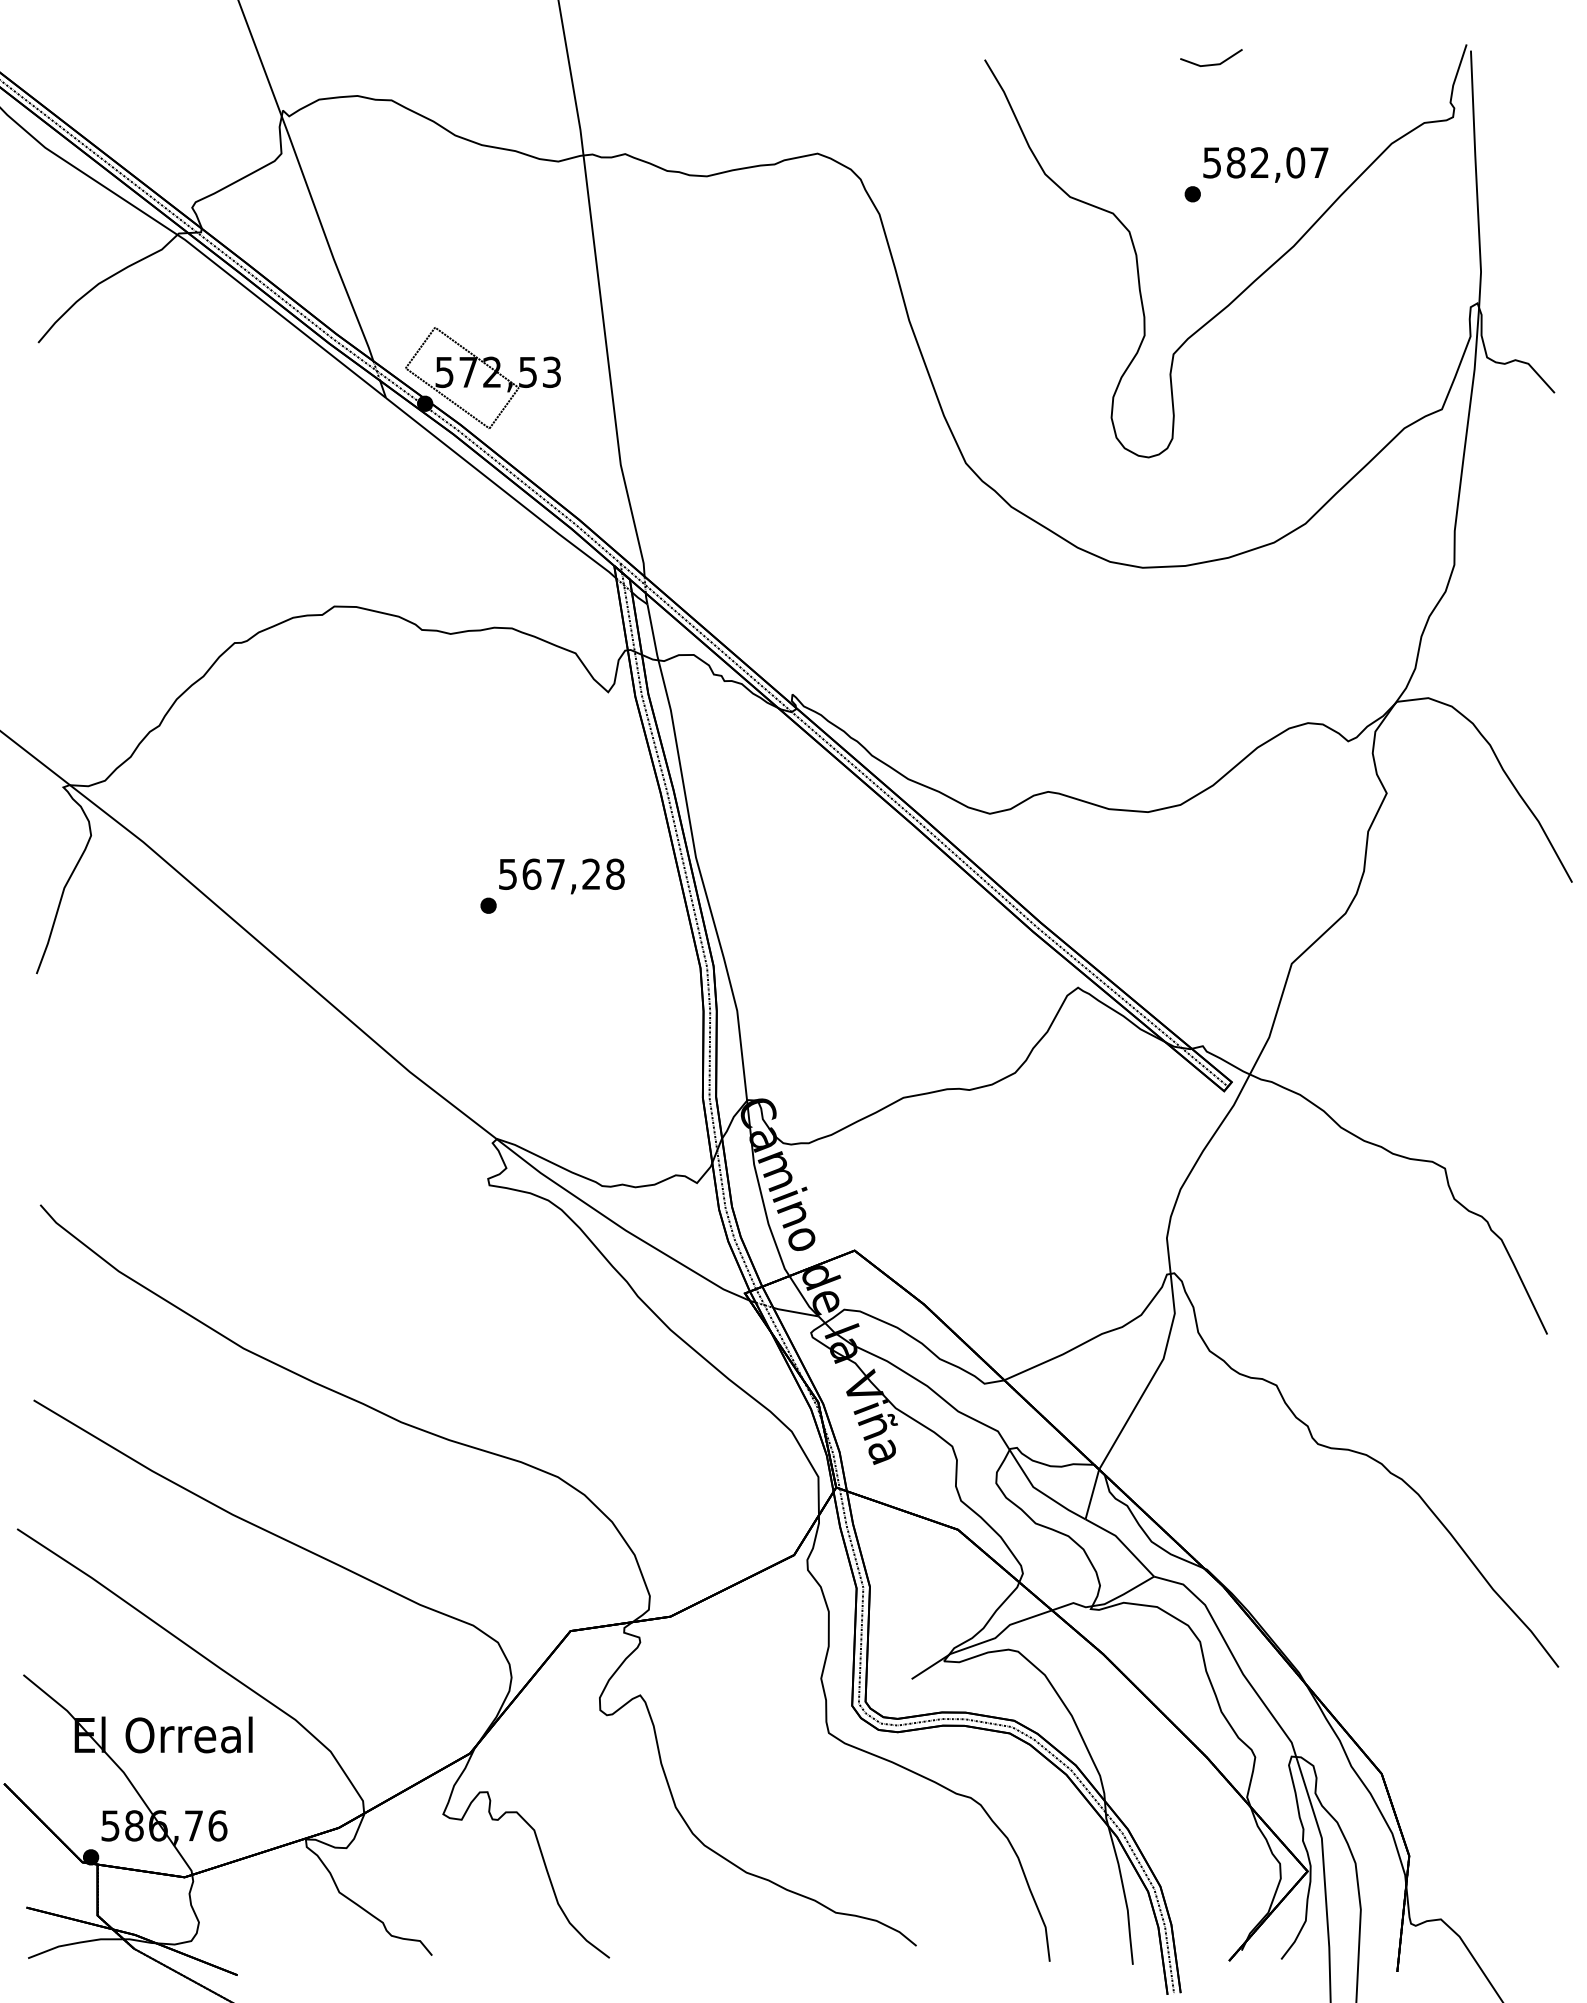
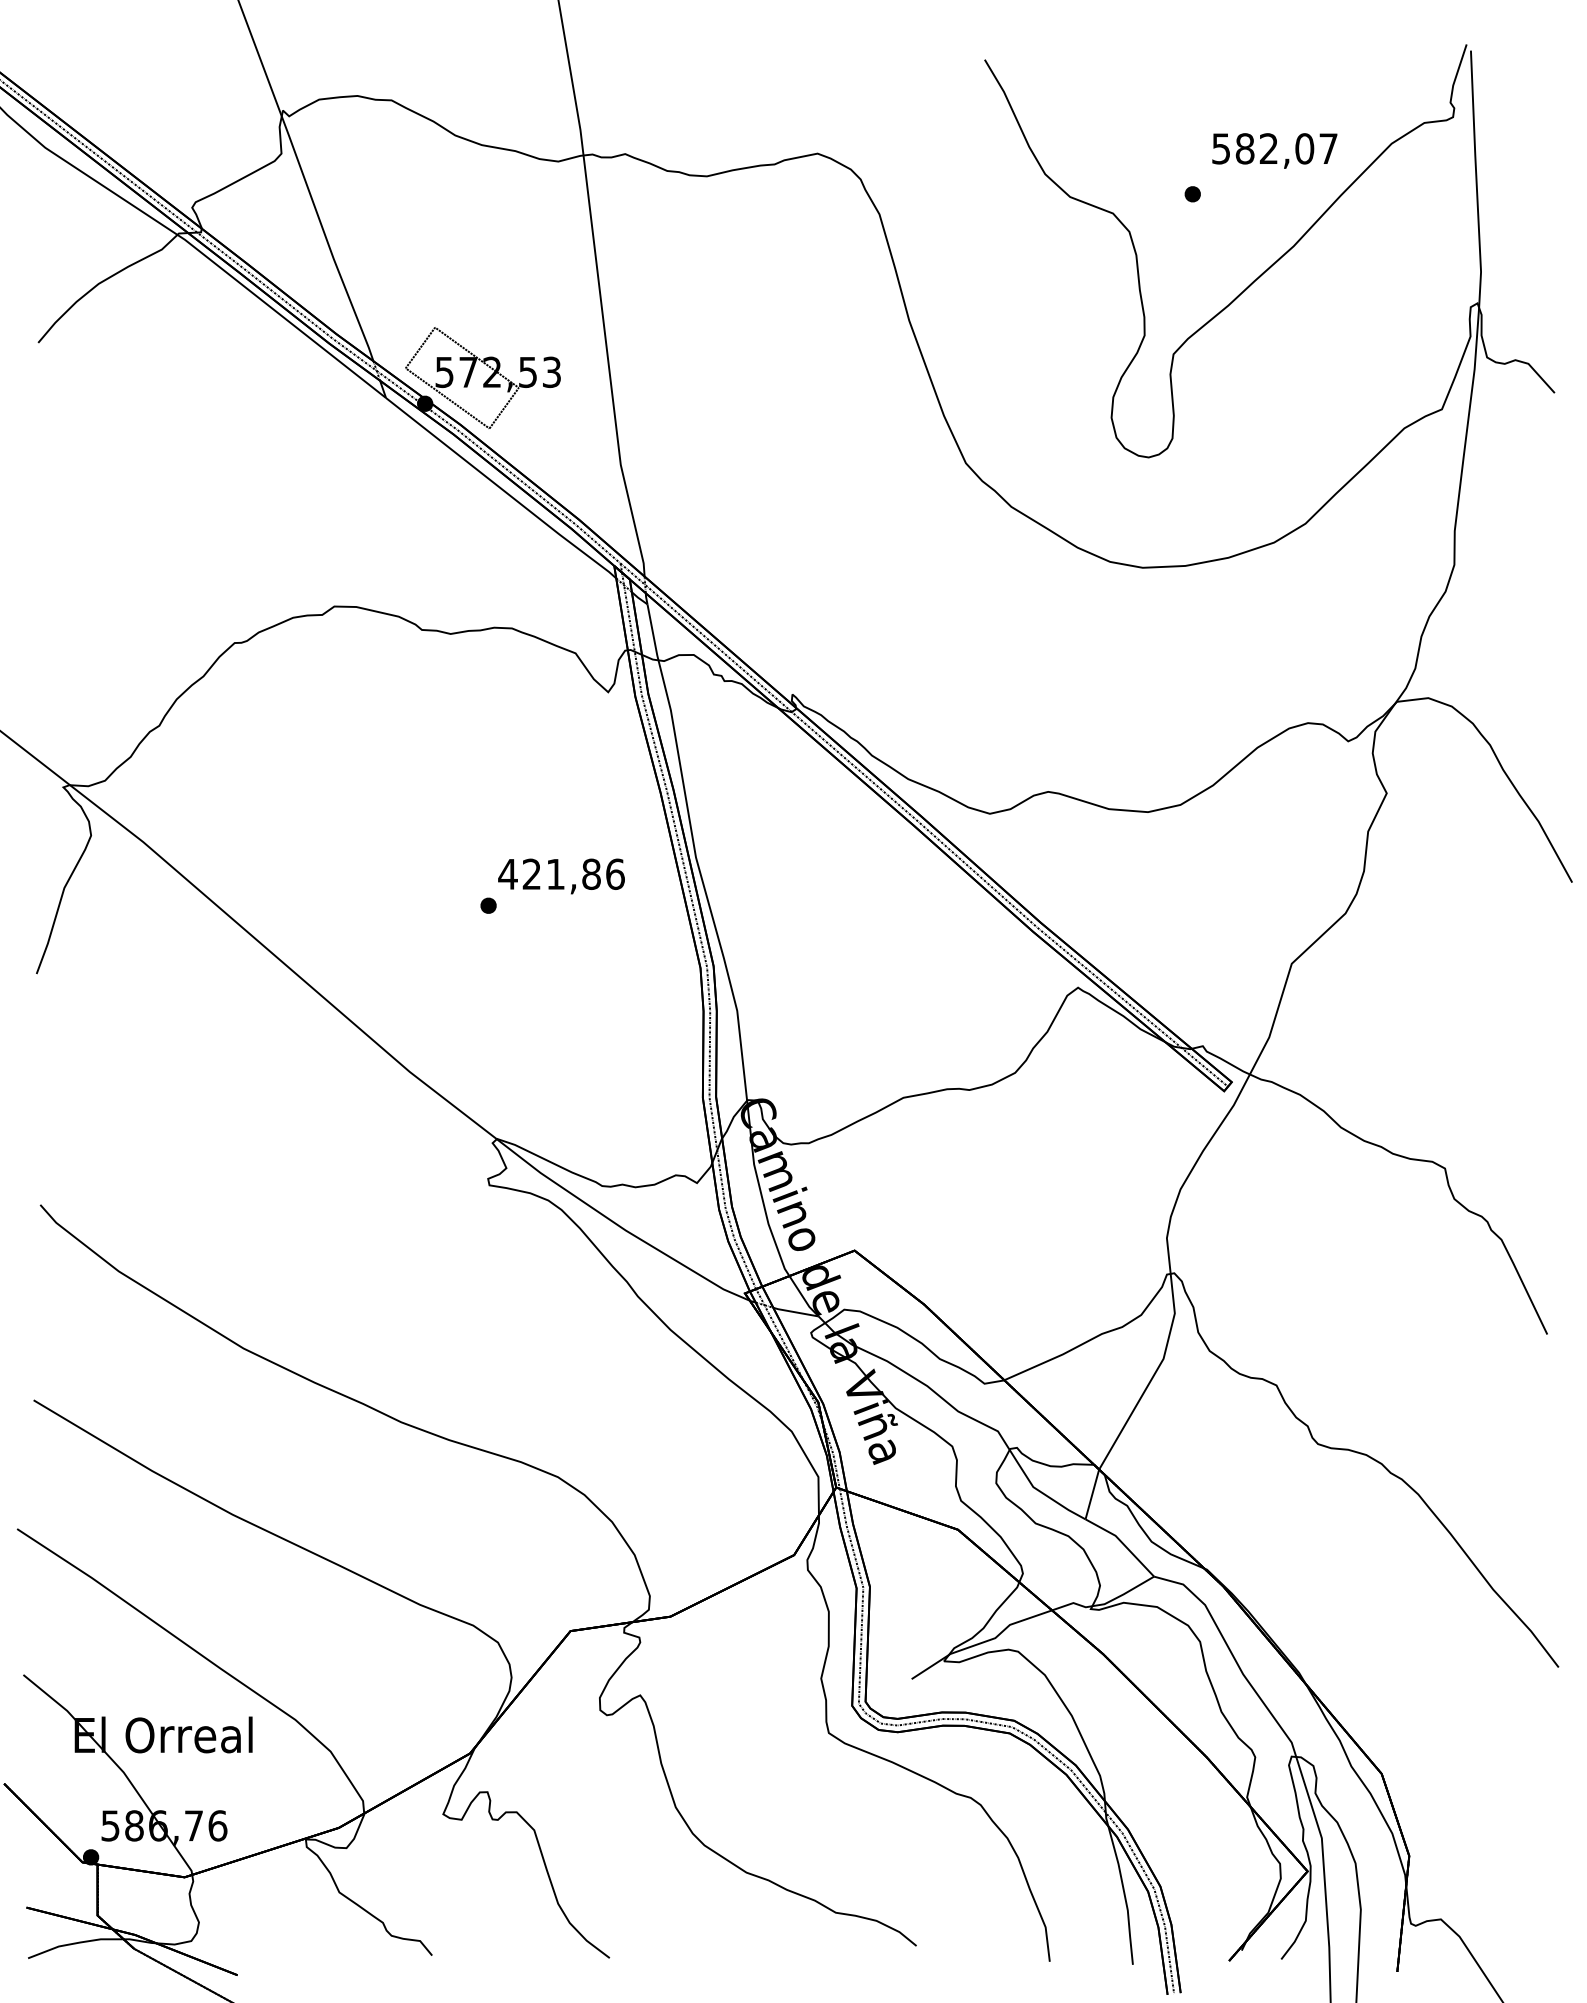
line at (1214, 63): present -> none
text at (1265, 164) position: (1265, 164) -> (1274, 150)
text at (561, 873): 567,28 -> 421,86
